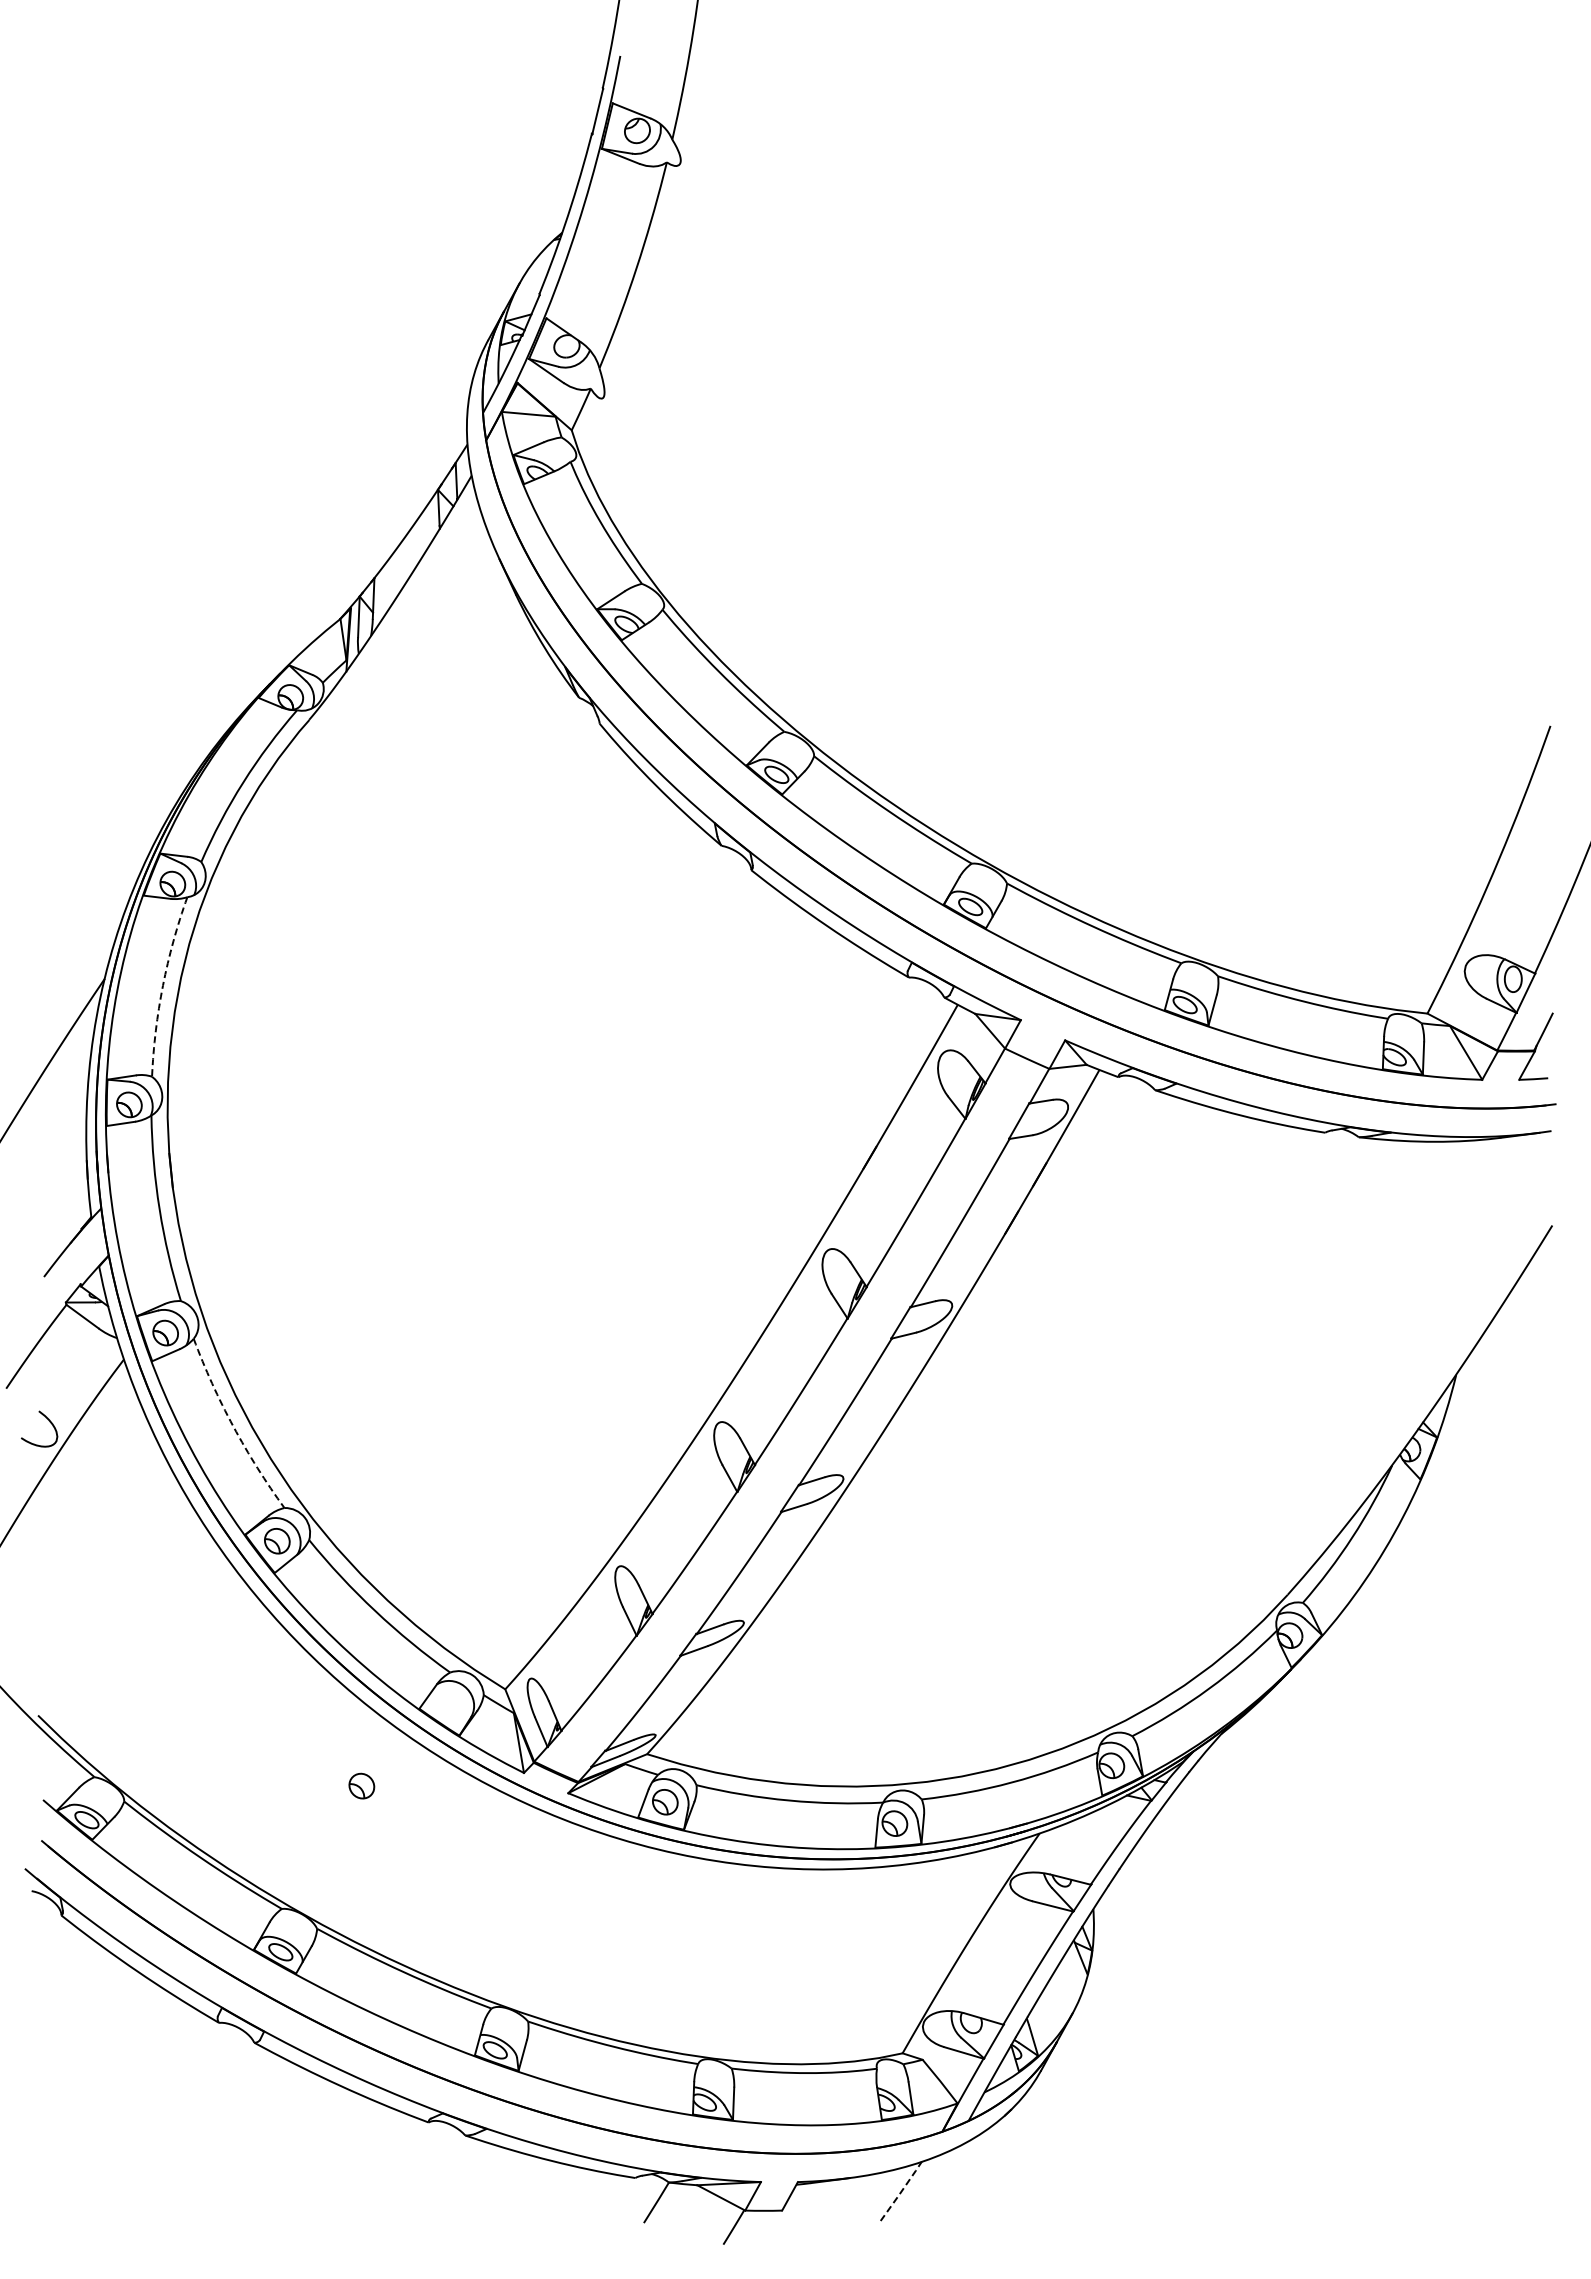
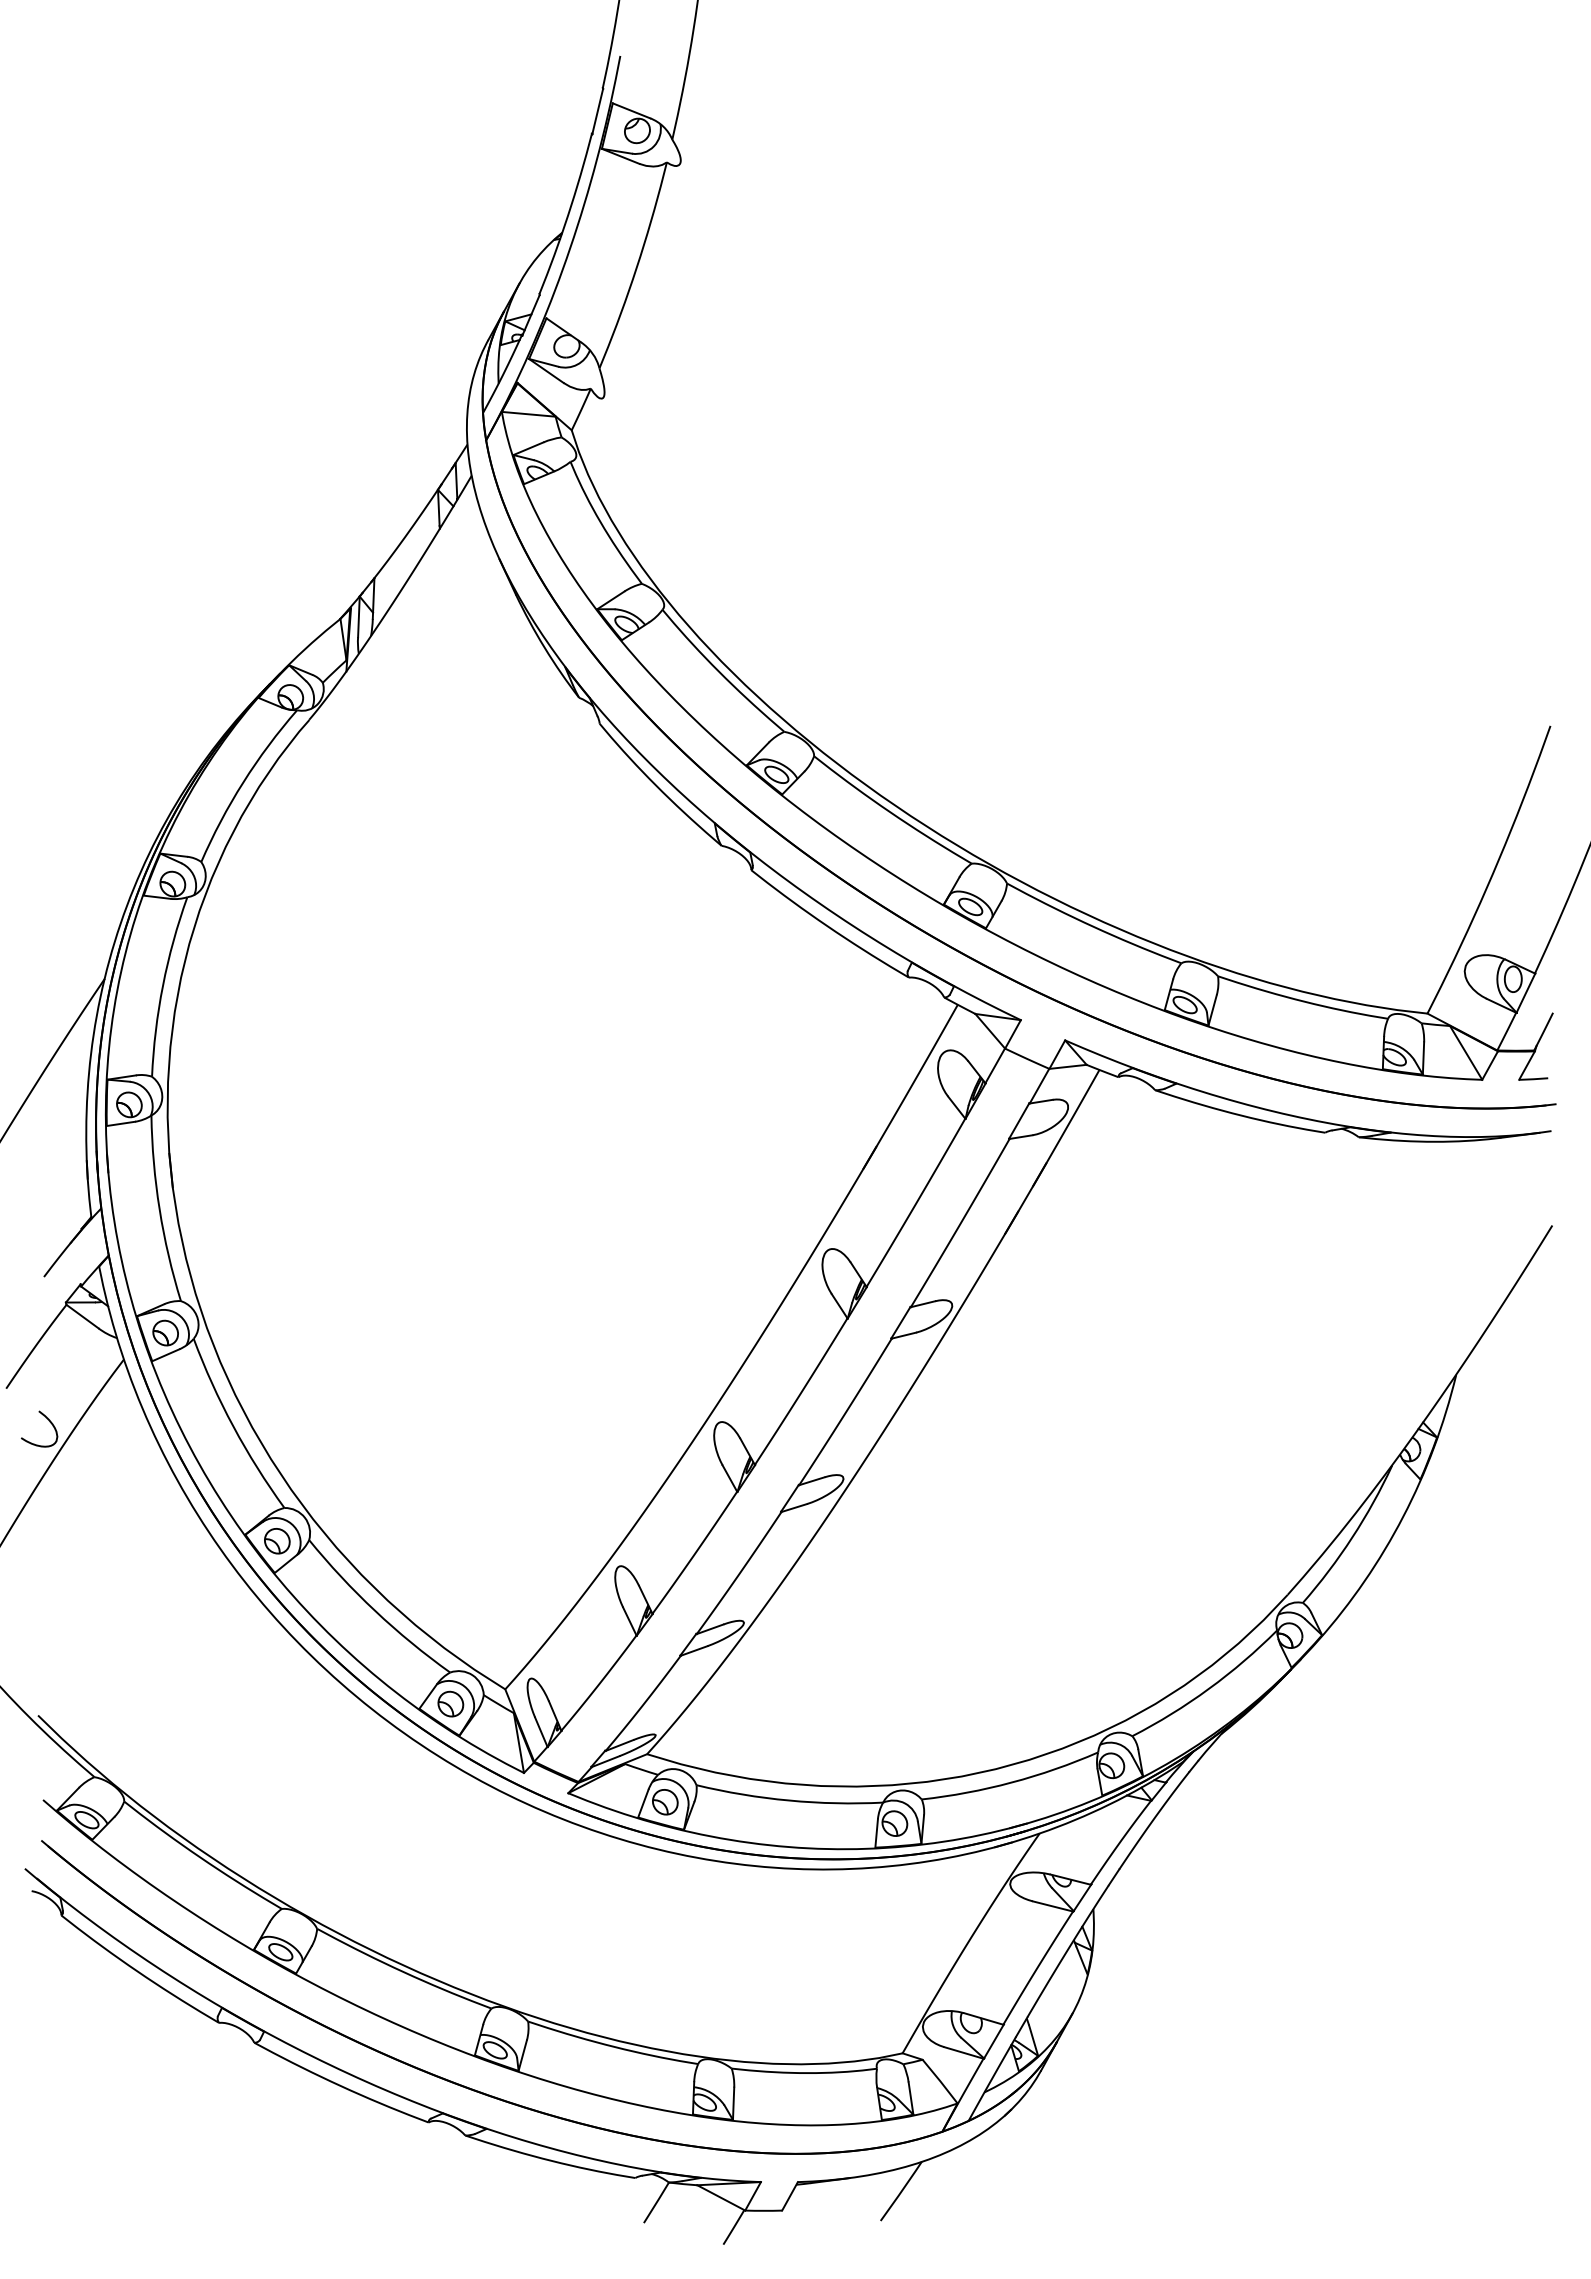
arc at (163, 985): dashed -> solid
arc at (233, 1426): dashed -> solid
part at (361, 1785) position: (361, 1785) -> (450, 1703)
line at (901, 2191): dashed -> solid
